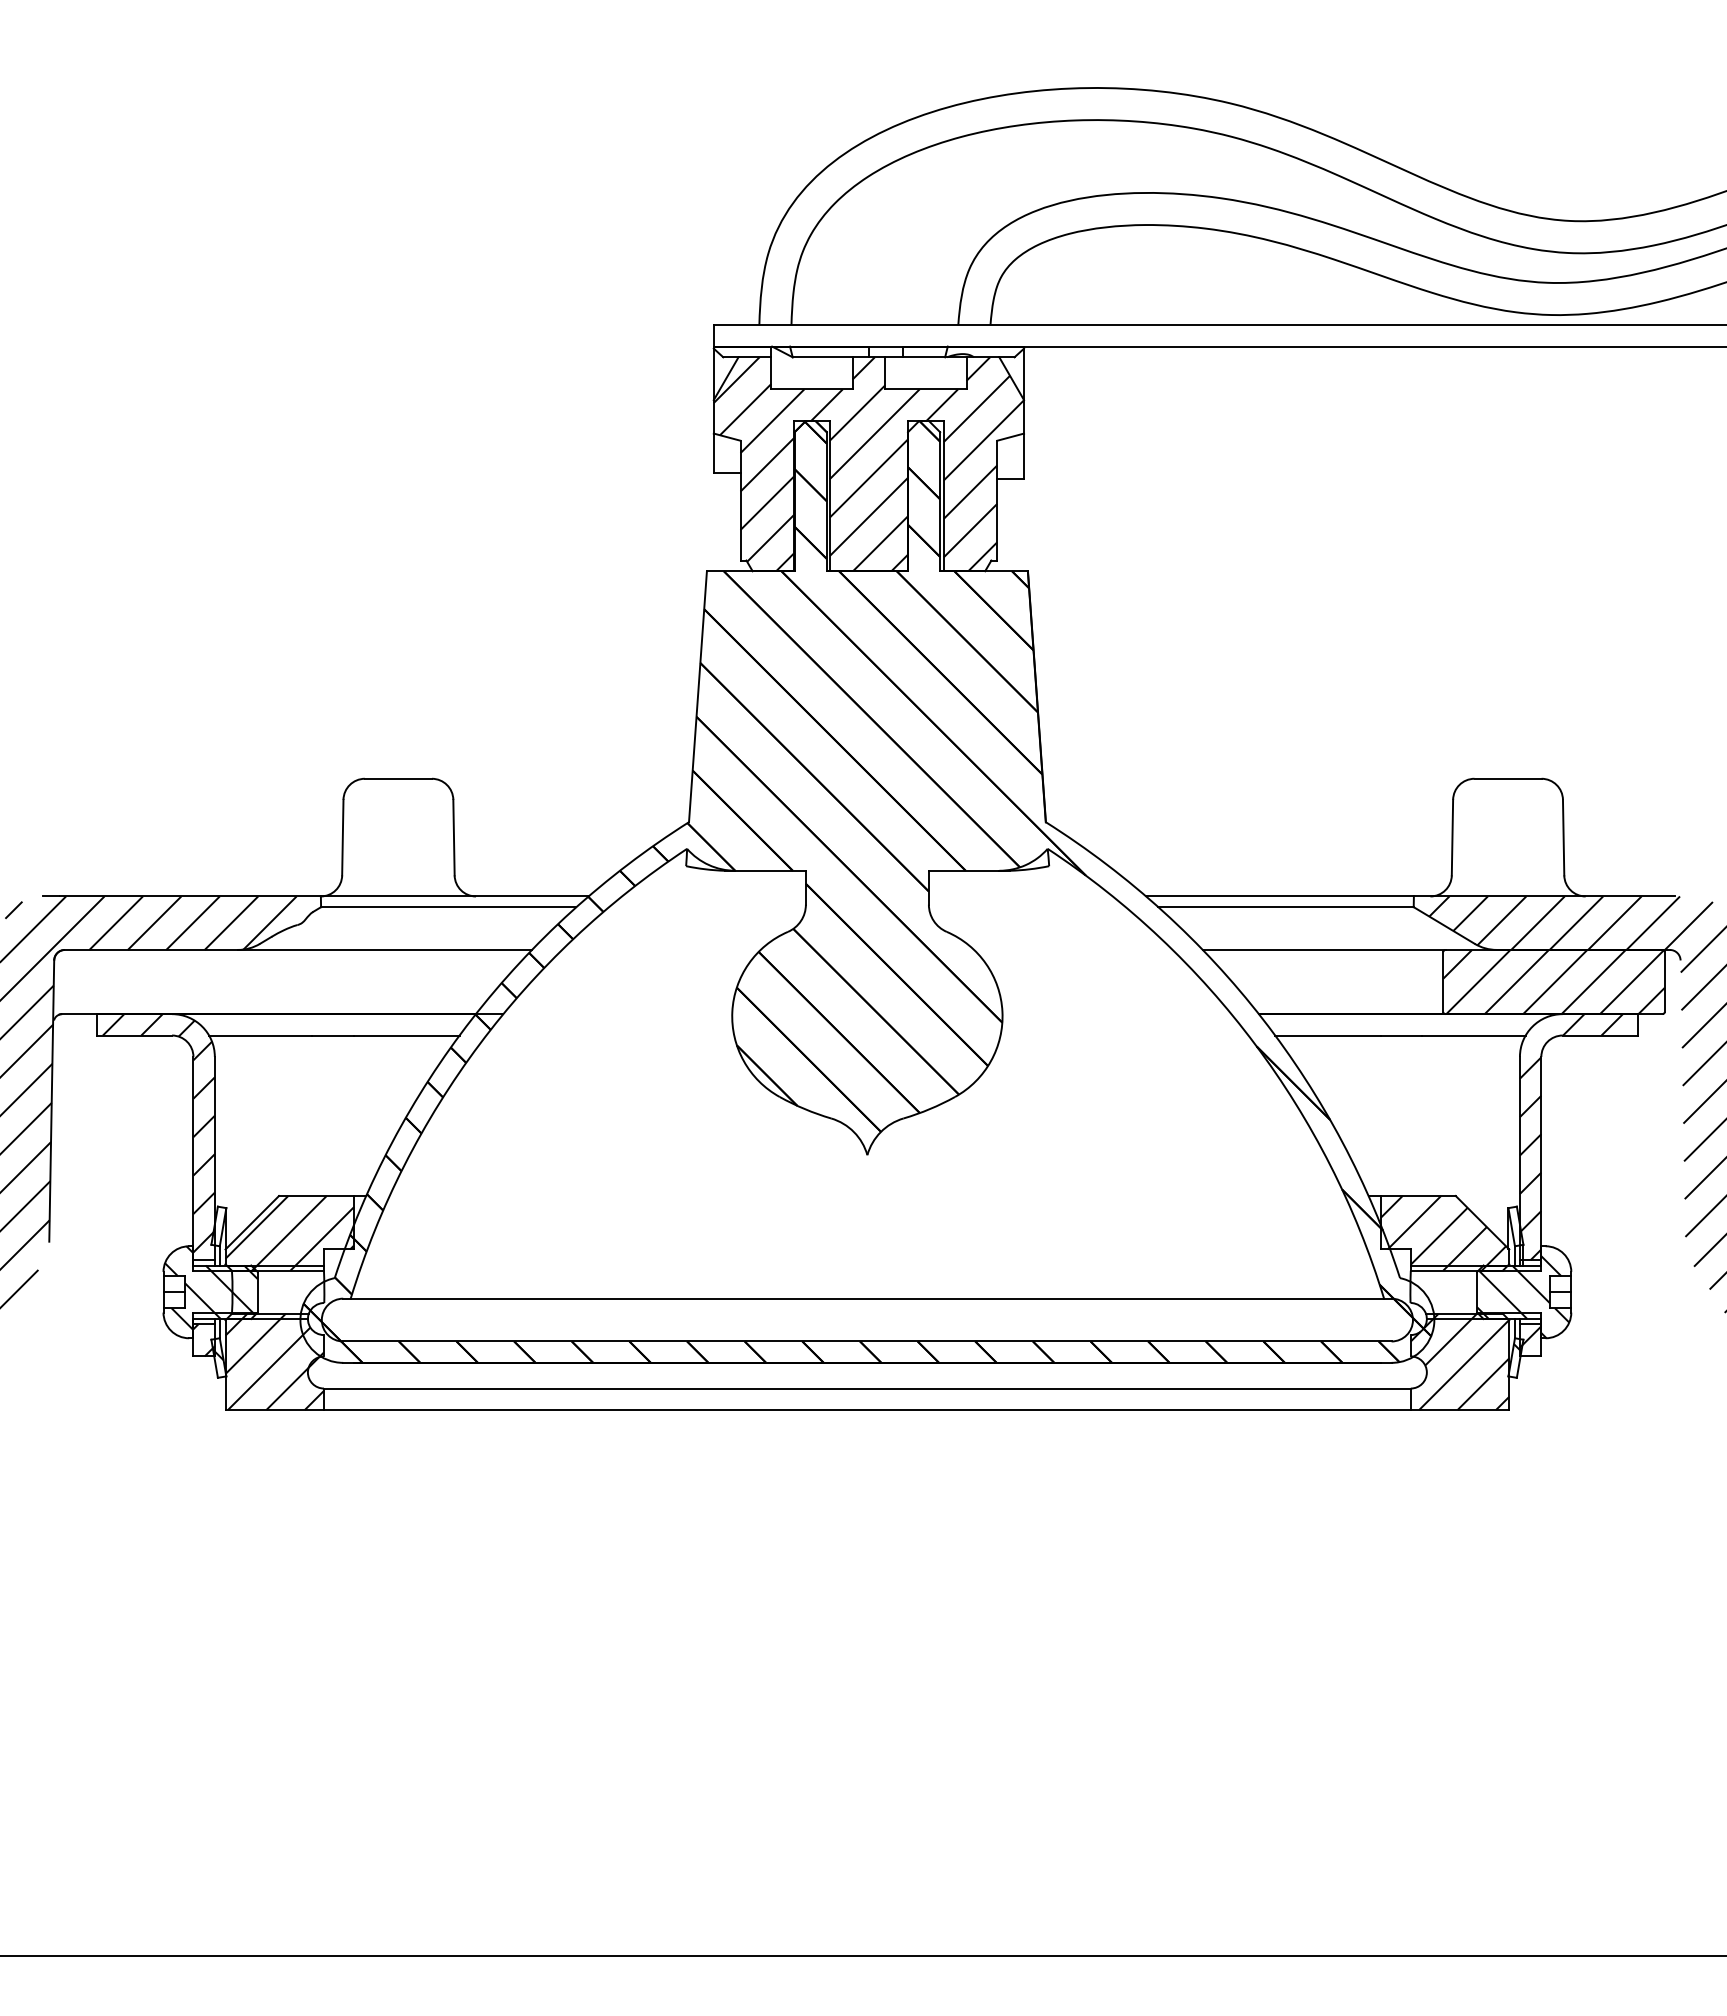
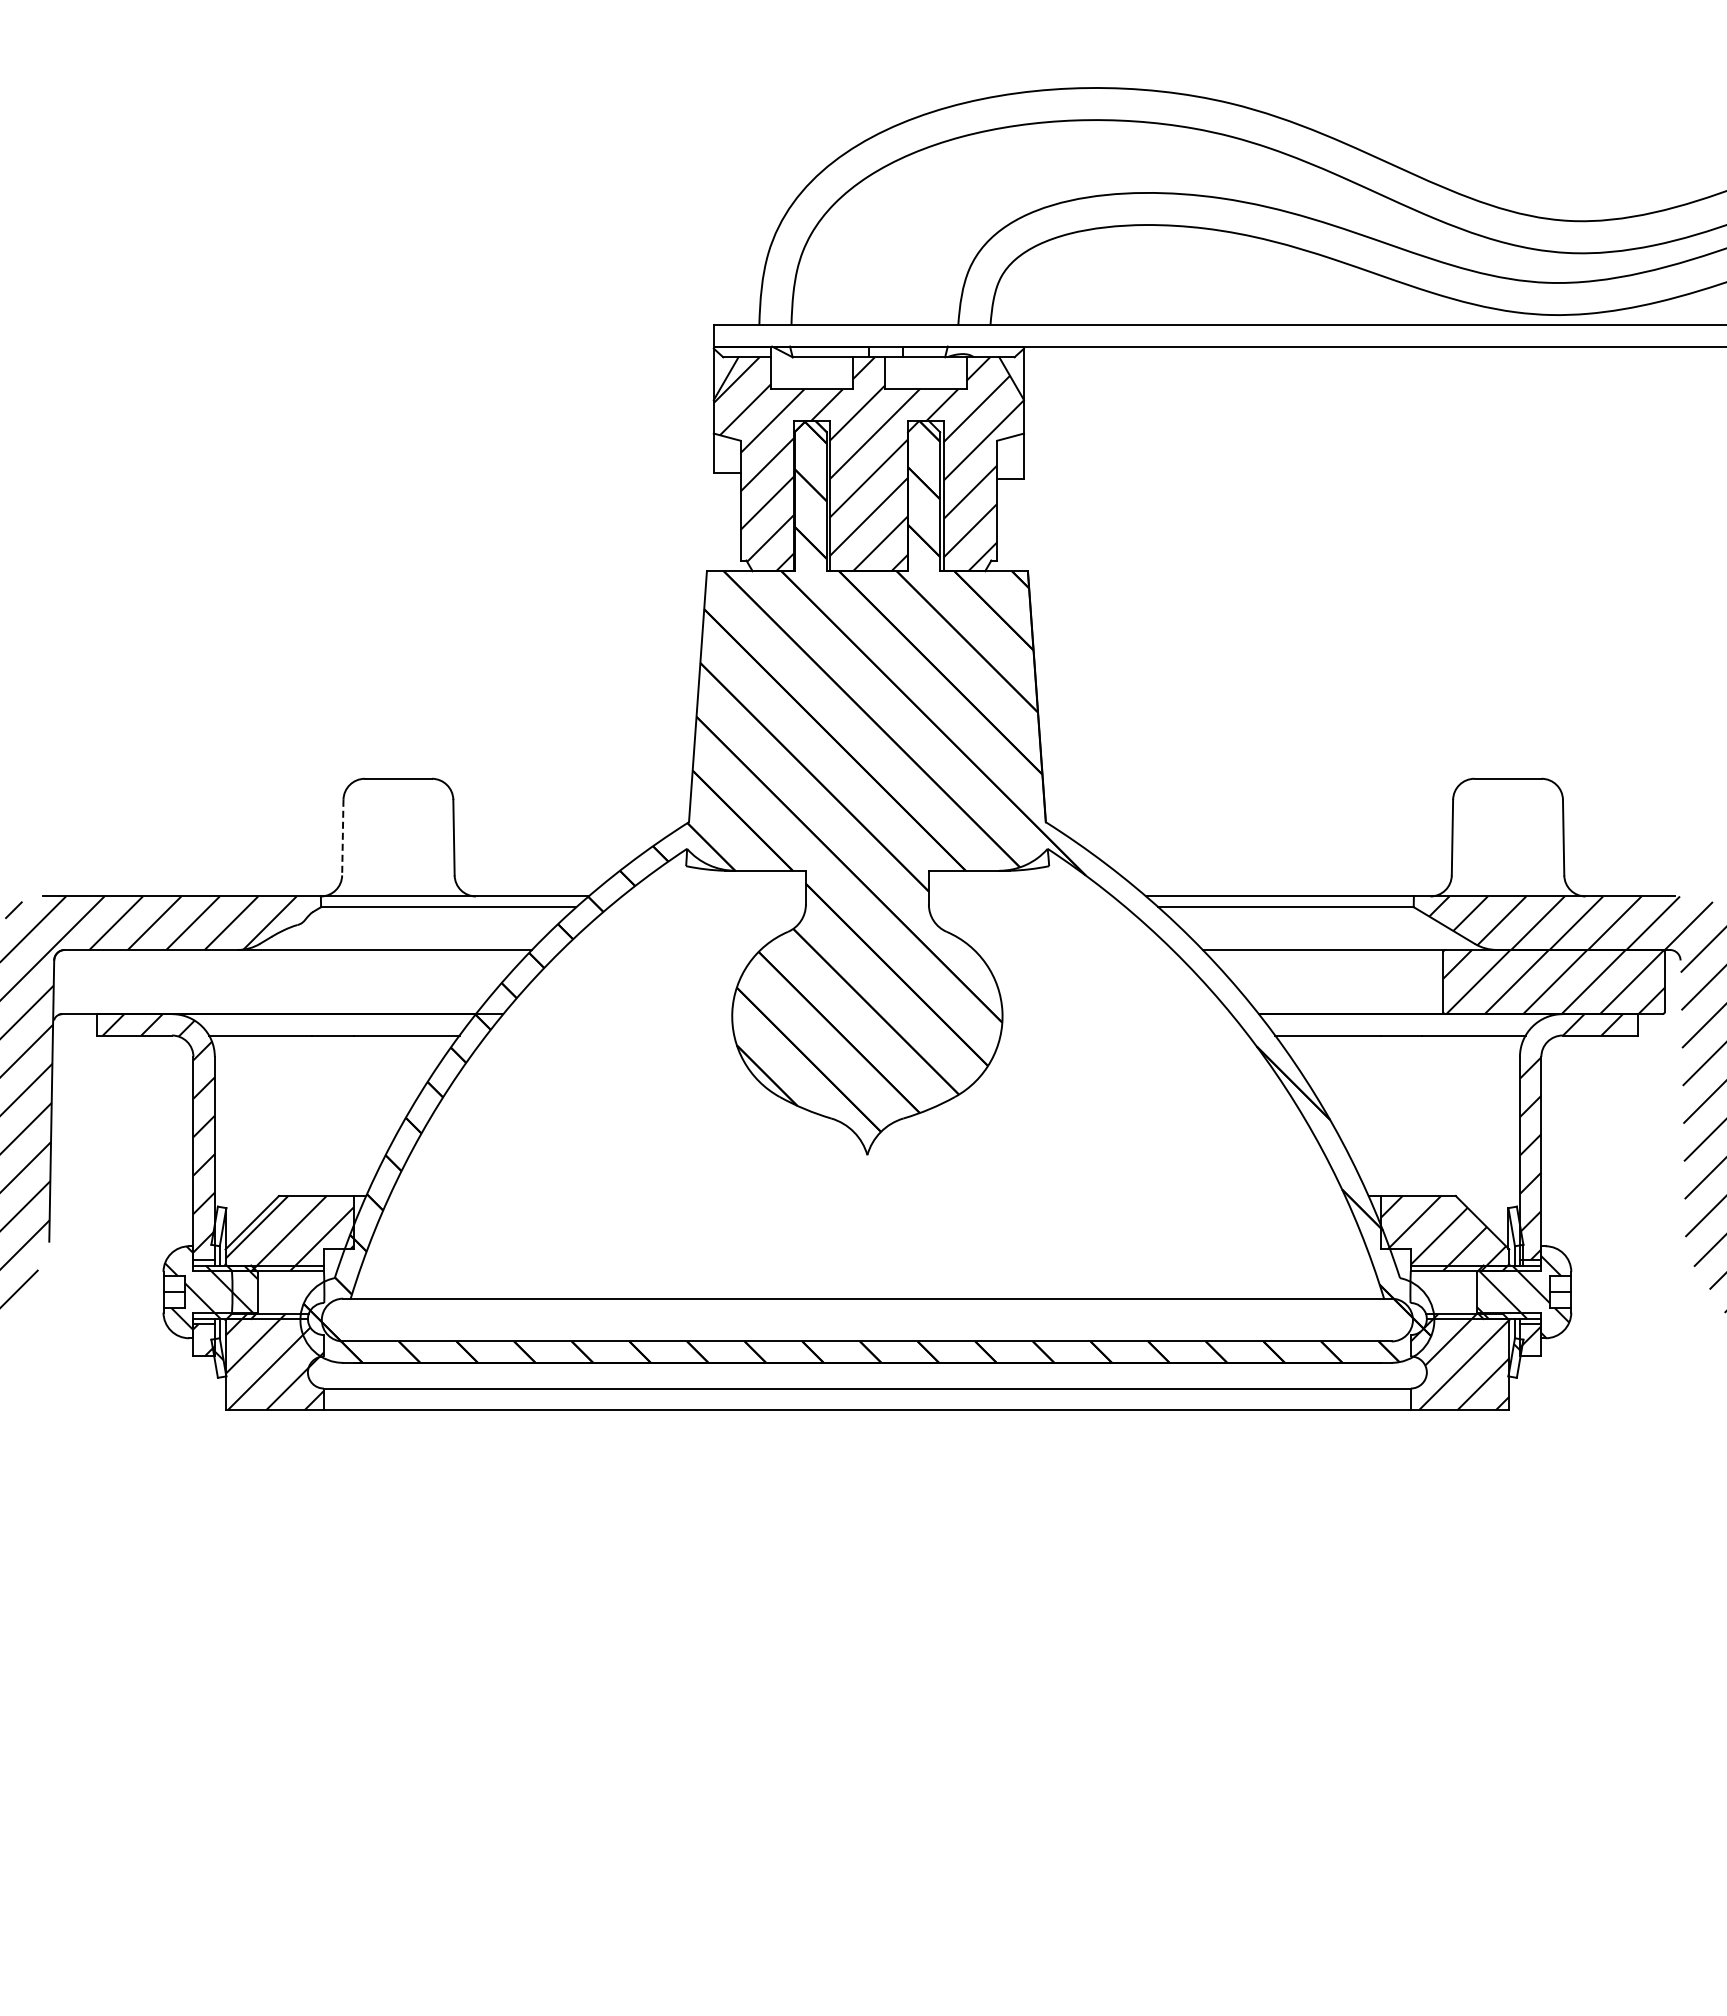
line at (342, 837): solid -> dashed
line at (862, 1955): present -> none
